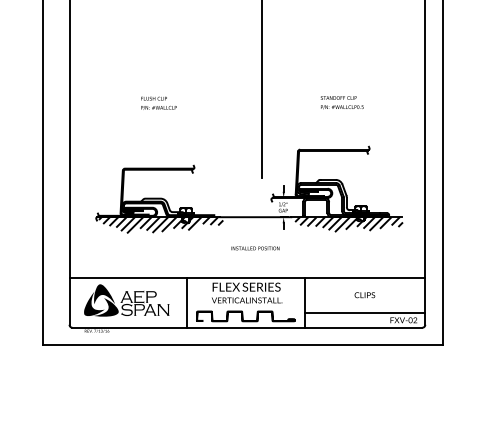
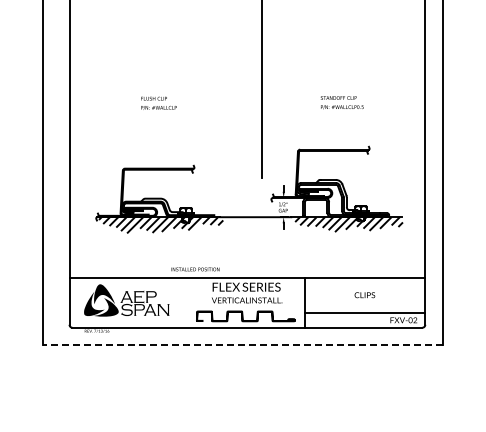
text at (255, 248) position: (255, 248) -> (195, 269)
line at (187, 302): present -> none
line at (242, 345): solid -> dashed
